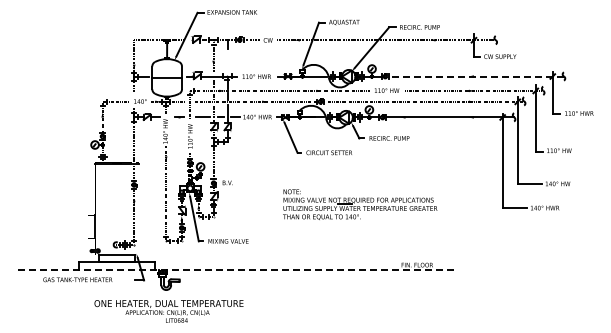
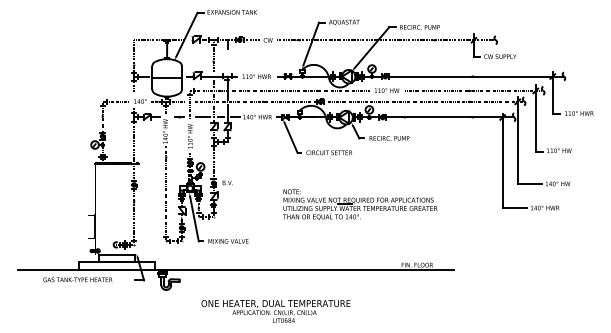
line at (475, 76): dashed -> solid
line at (236, 270): dashed -> solid
text at (168, 311) position: (168, 311) -> (275, 311)
